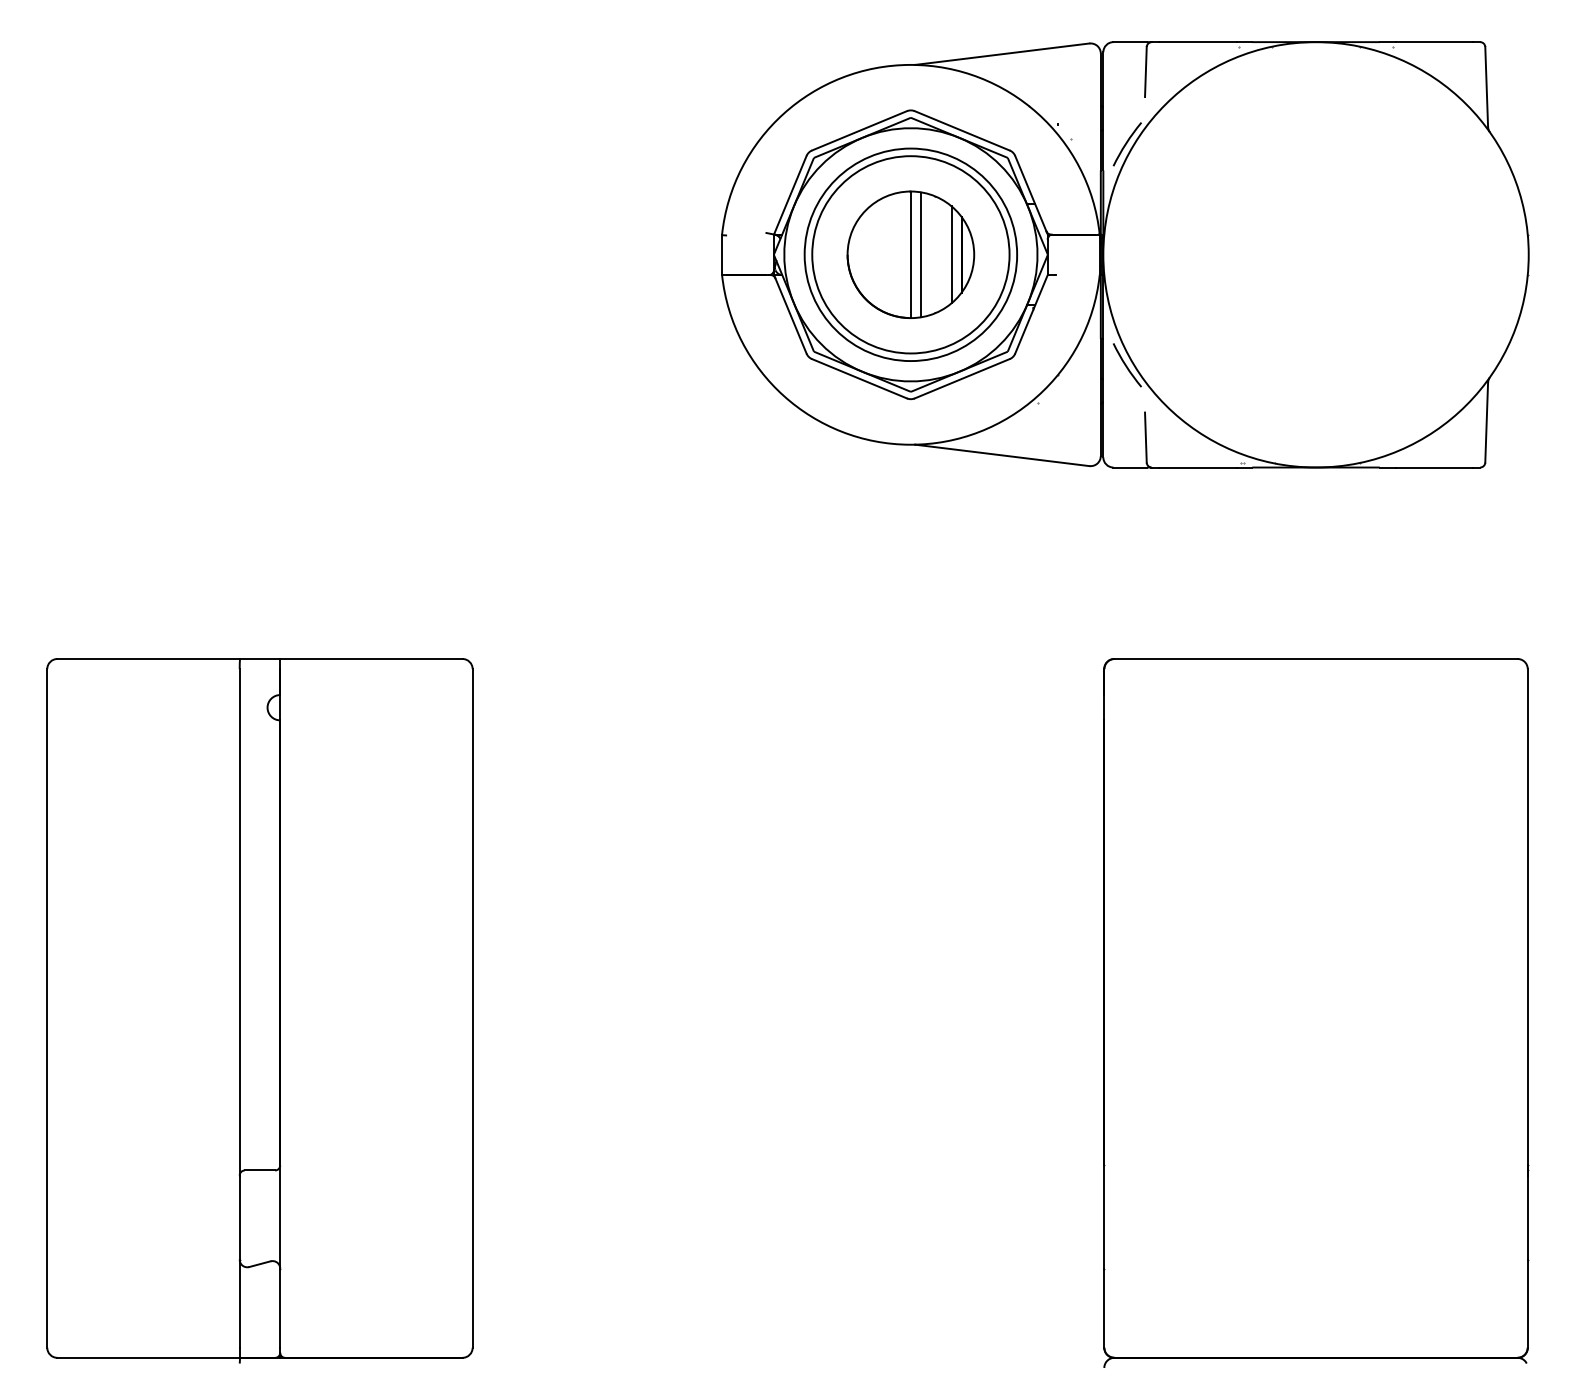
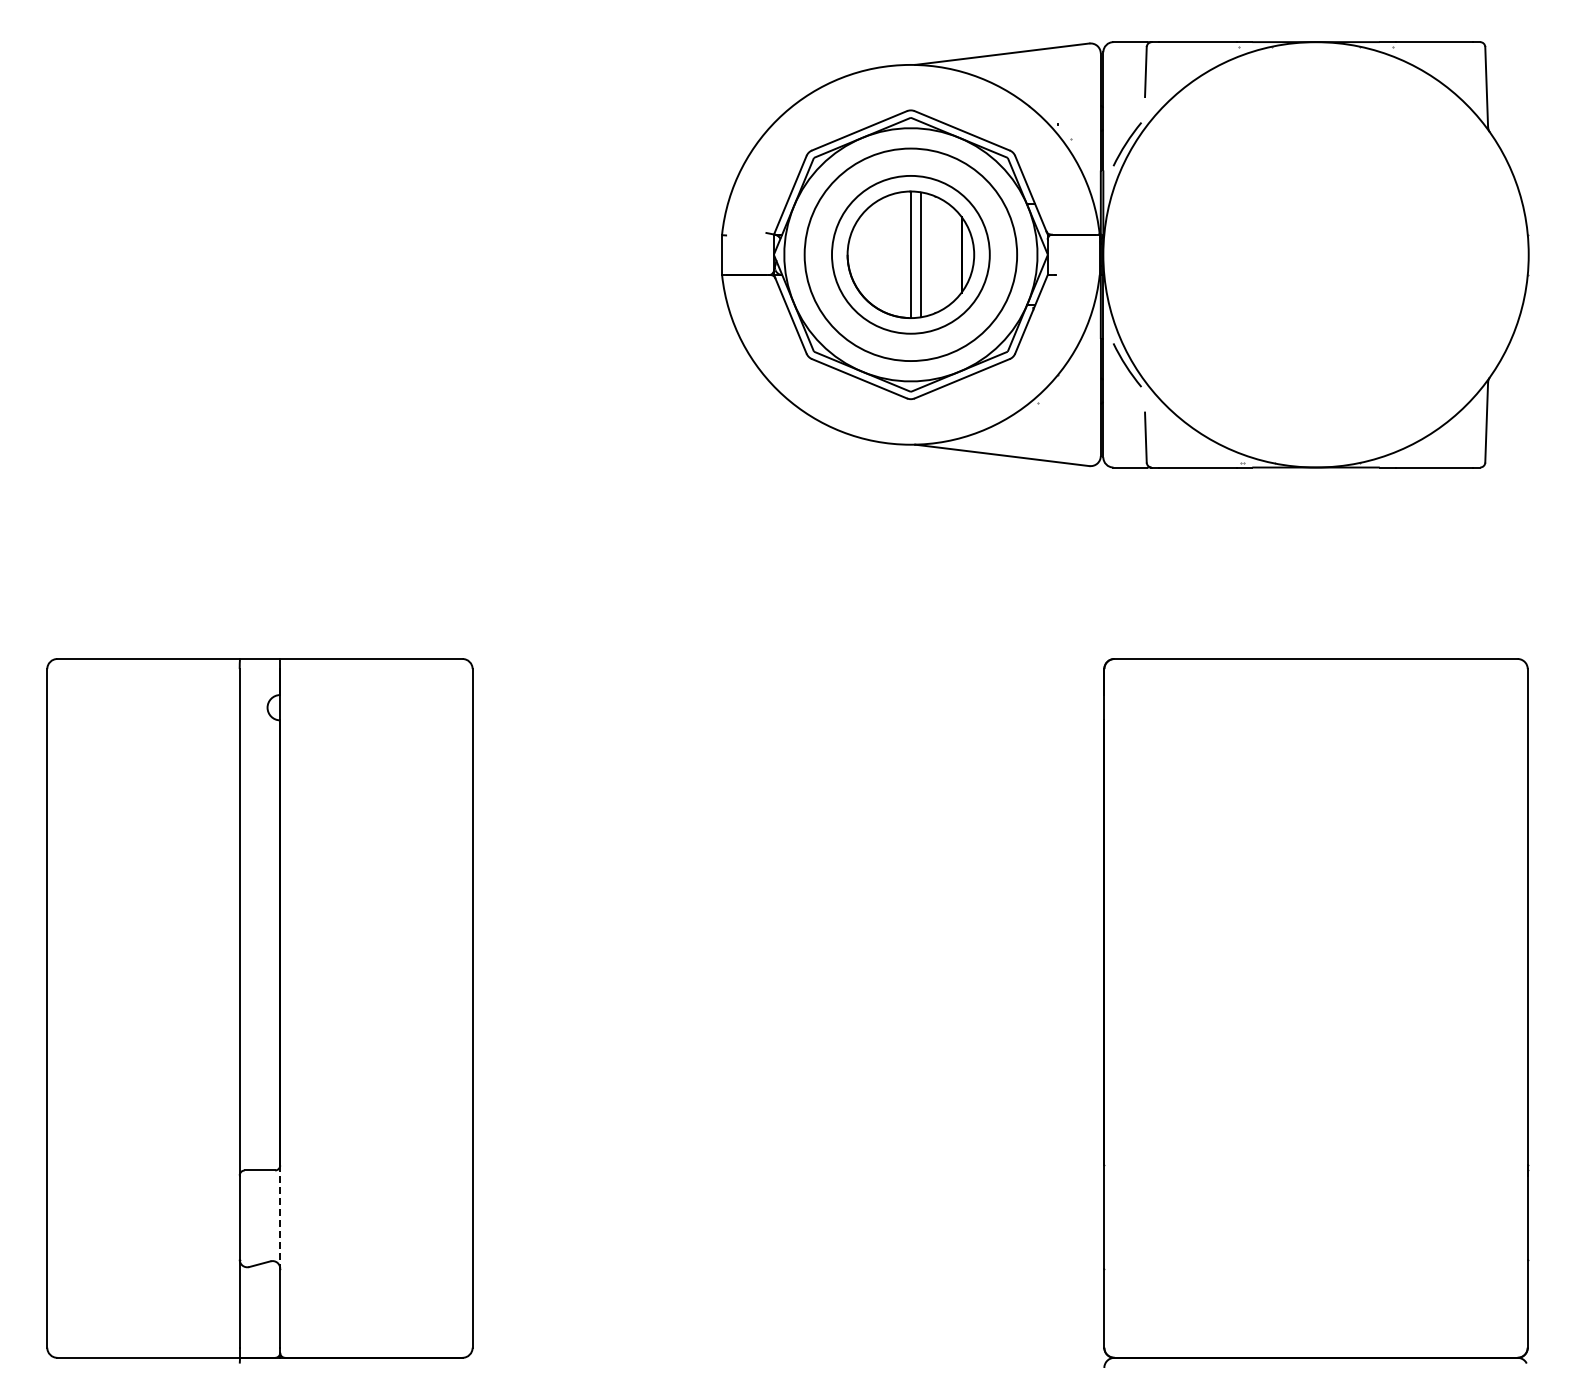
circle at (910, 254) diameter: 197 px -> 158 px
line at (951, 254): present -> none
line at (280, 1217): solid -> dashed
